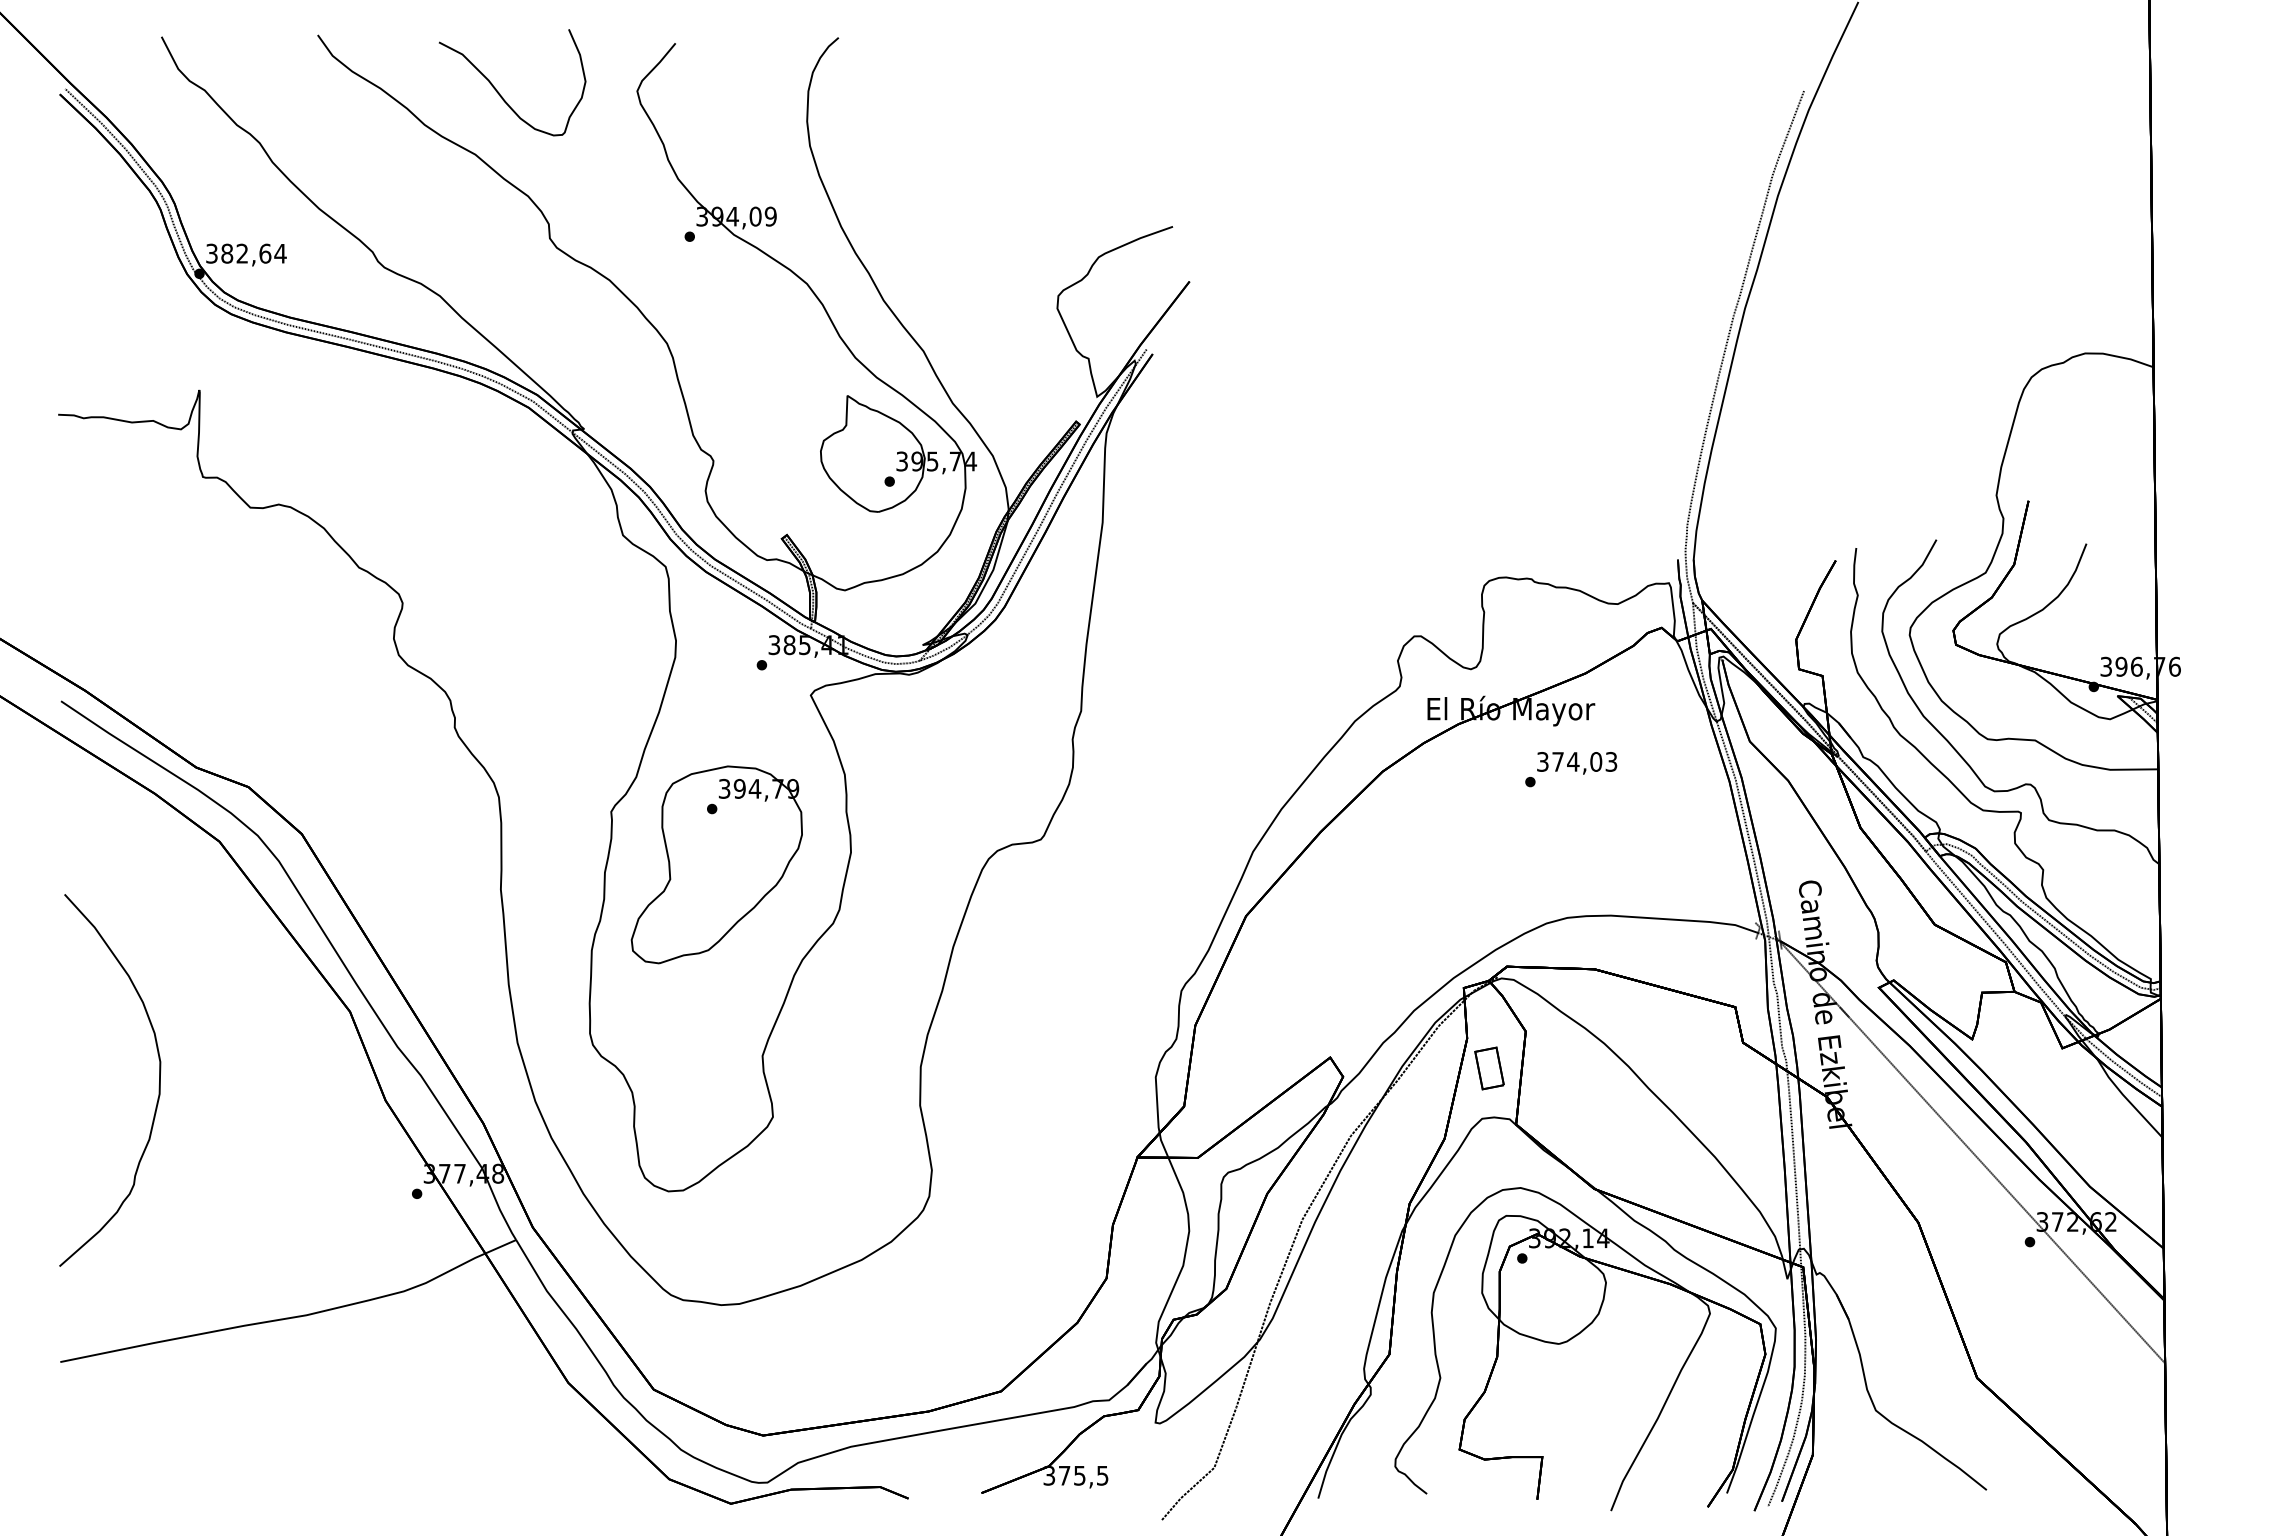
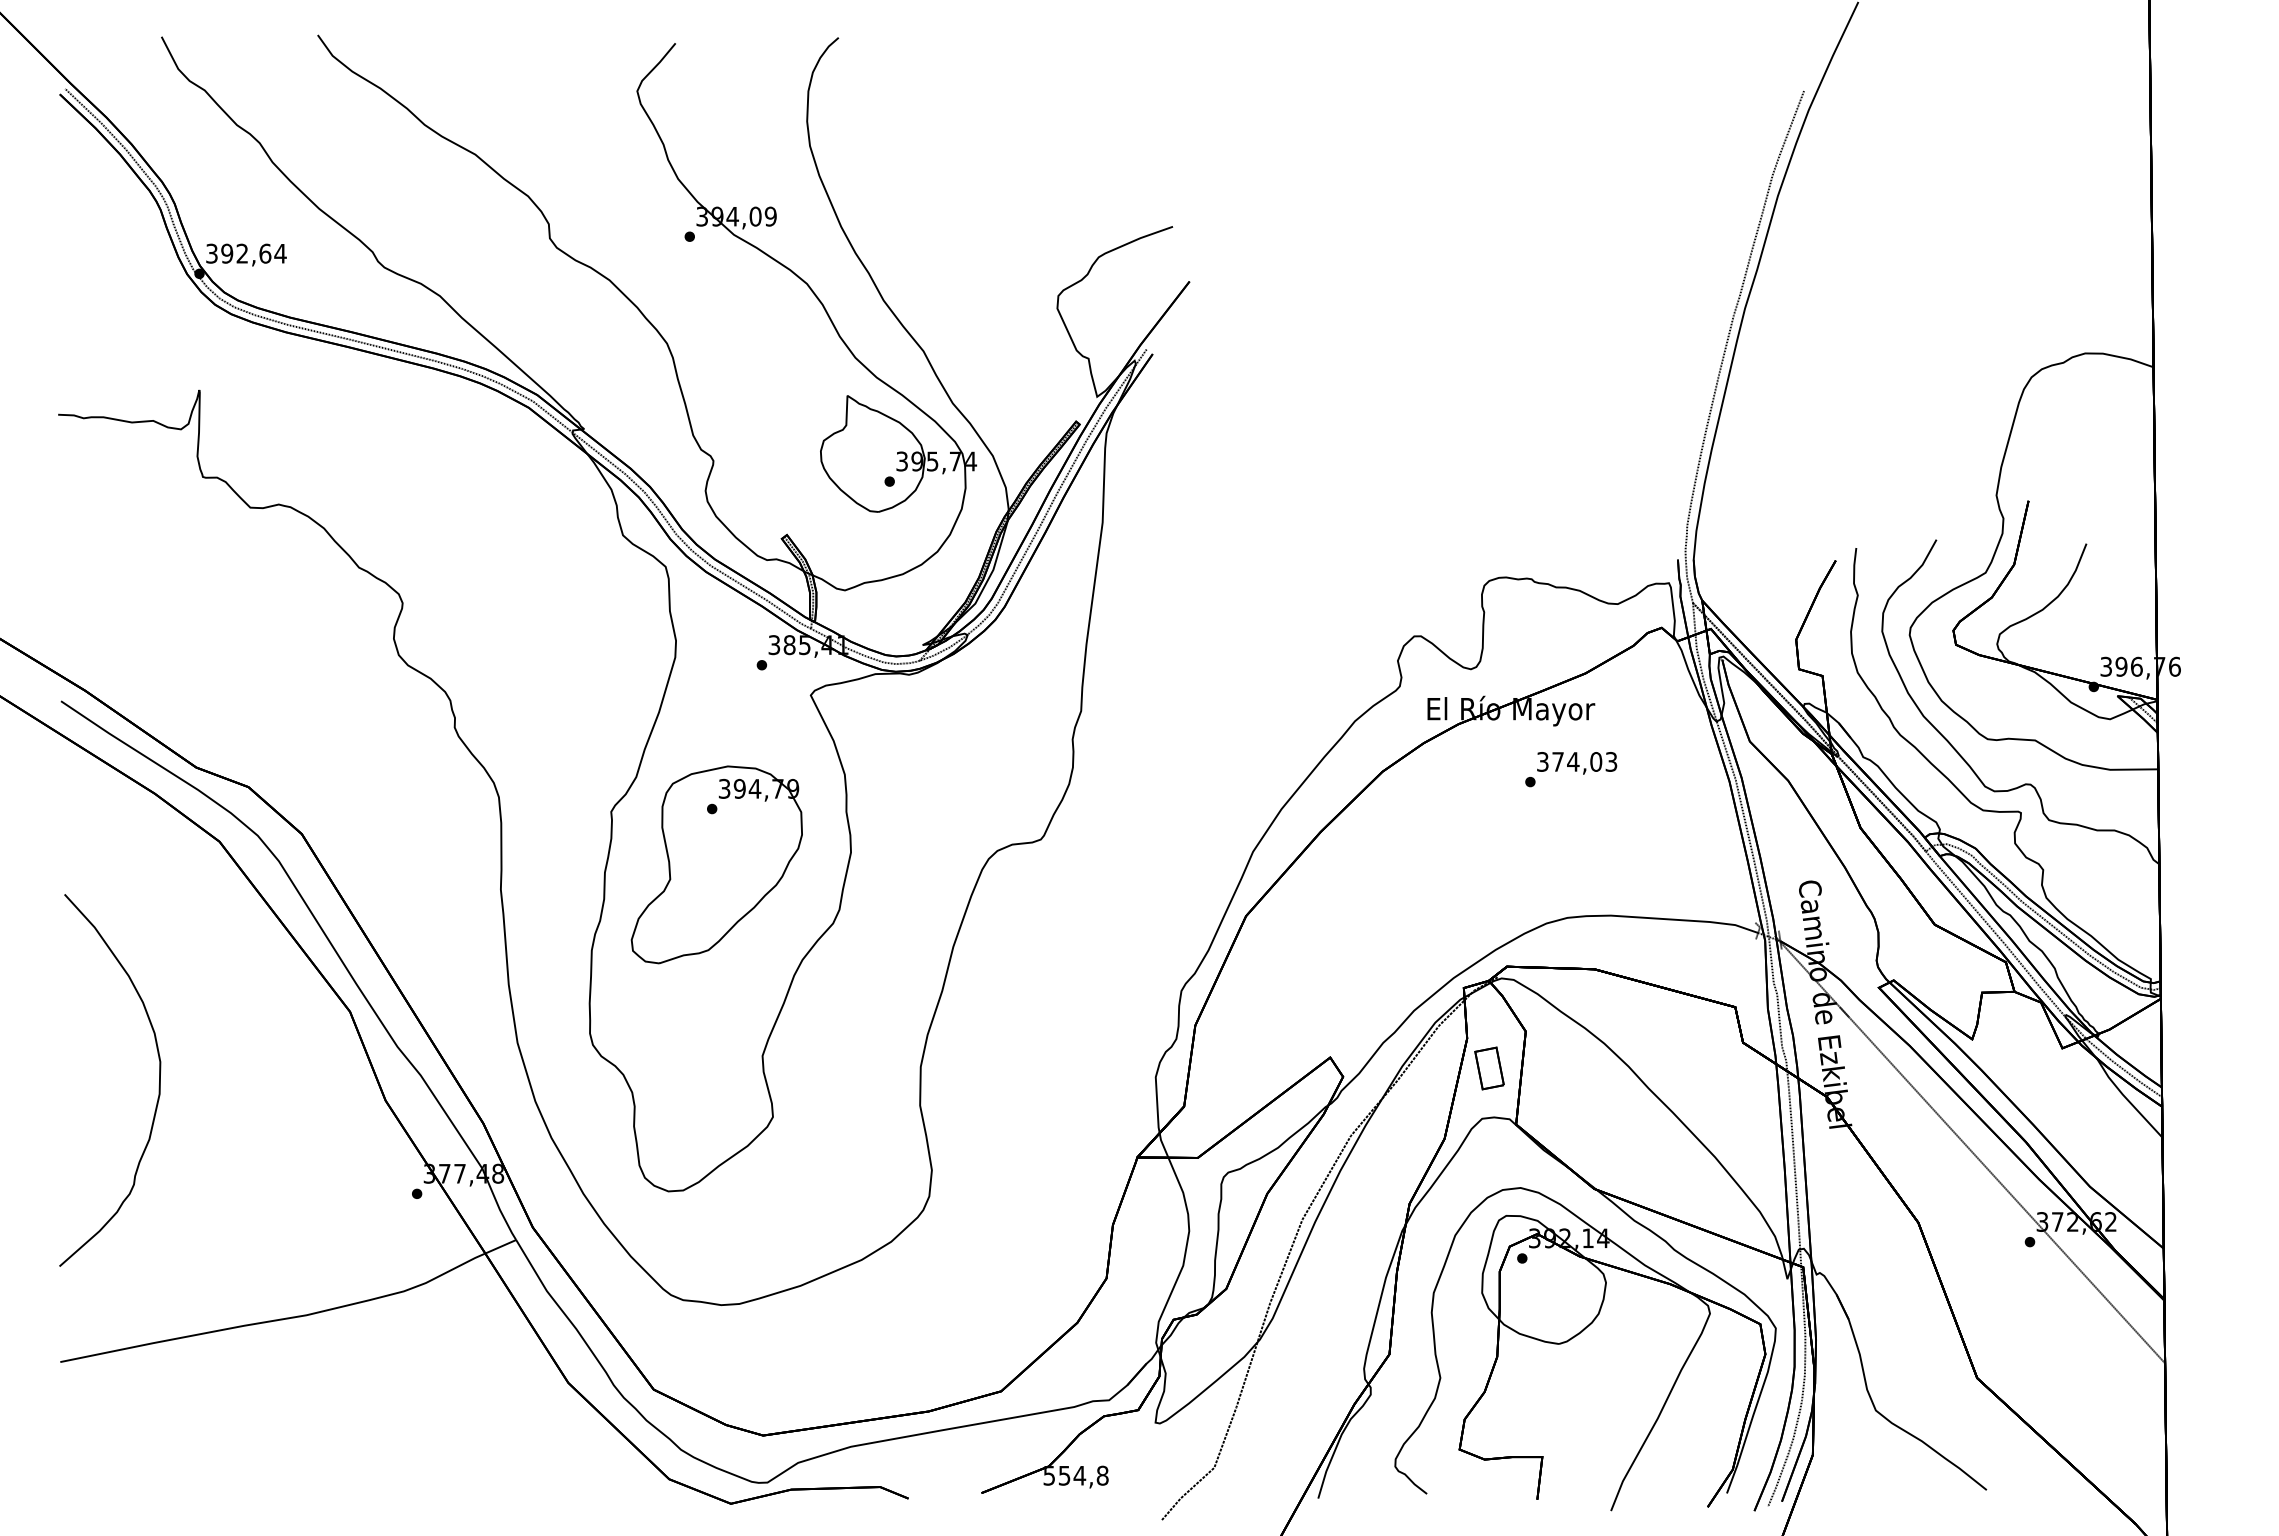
part at (499, 92): present -> none
text at (227, 253): 382,64 -> 392,64
text at (1076, 1475): 375,5 -> 554,8
